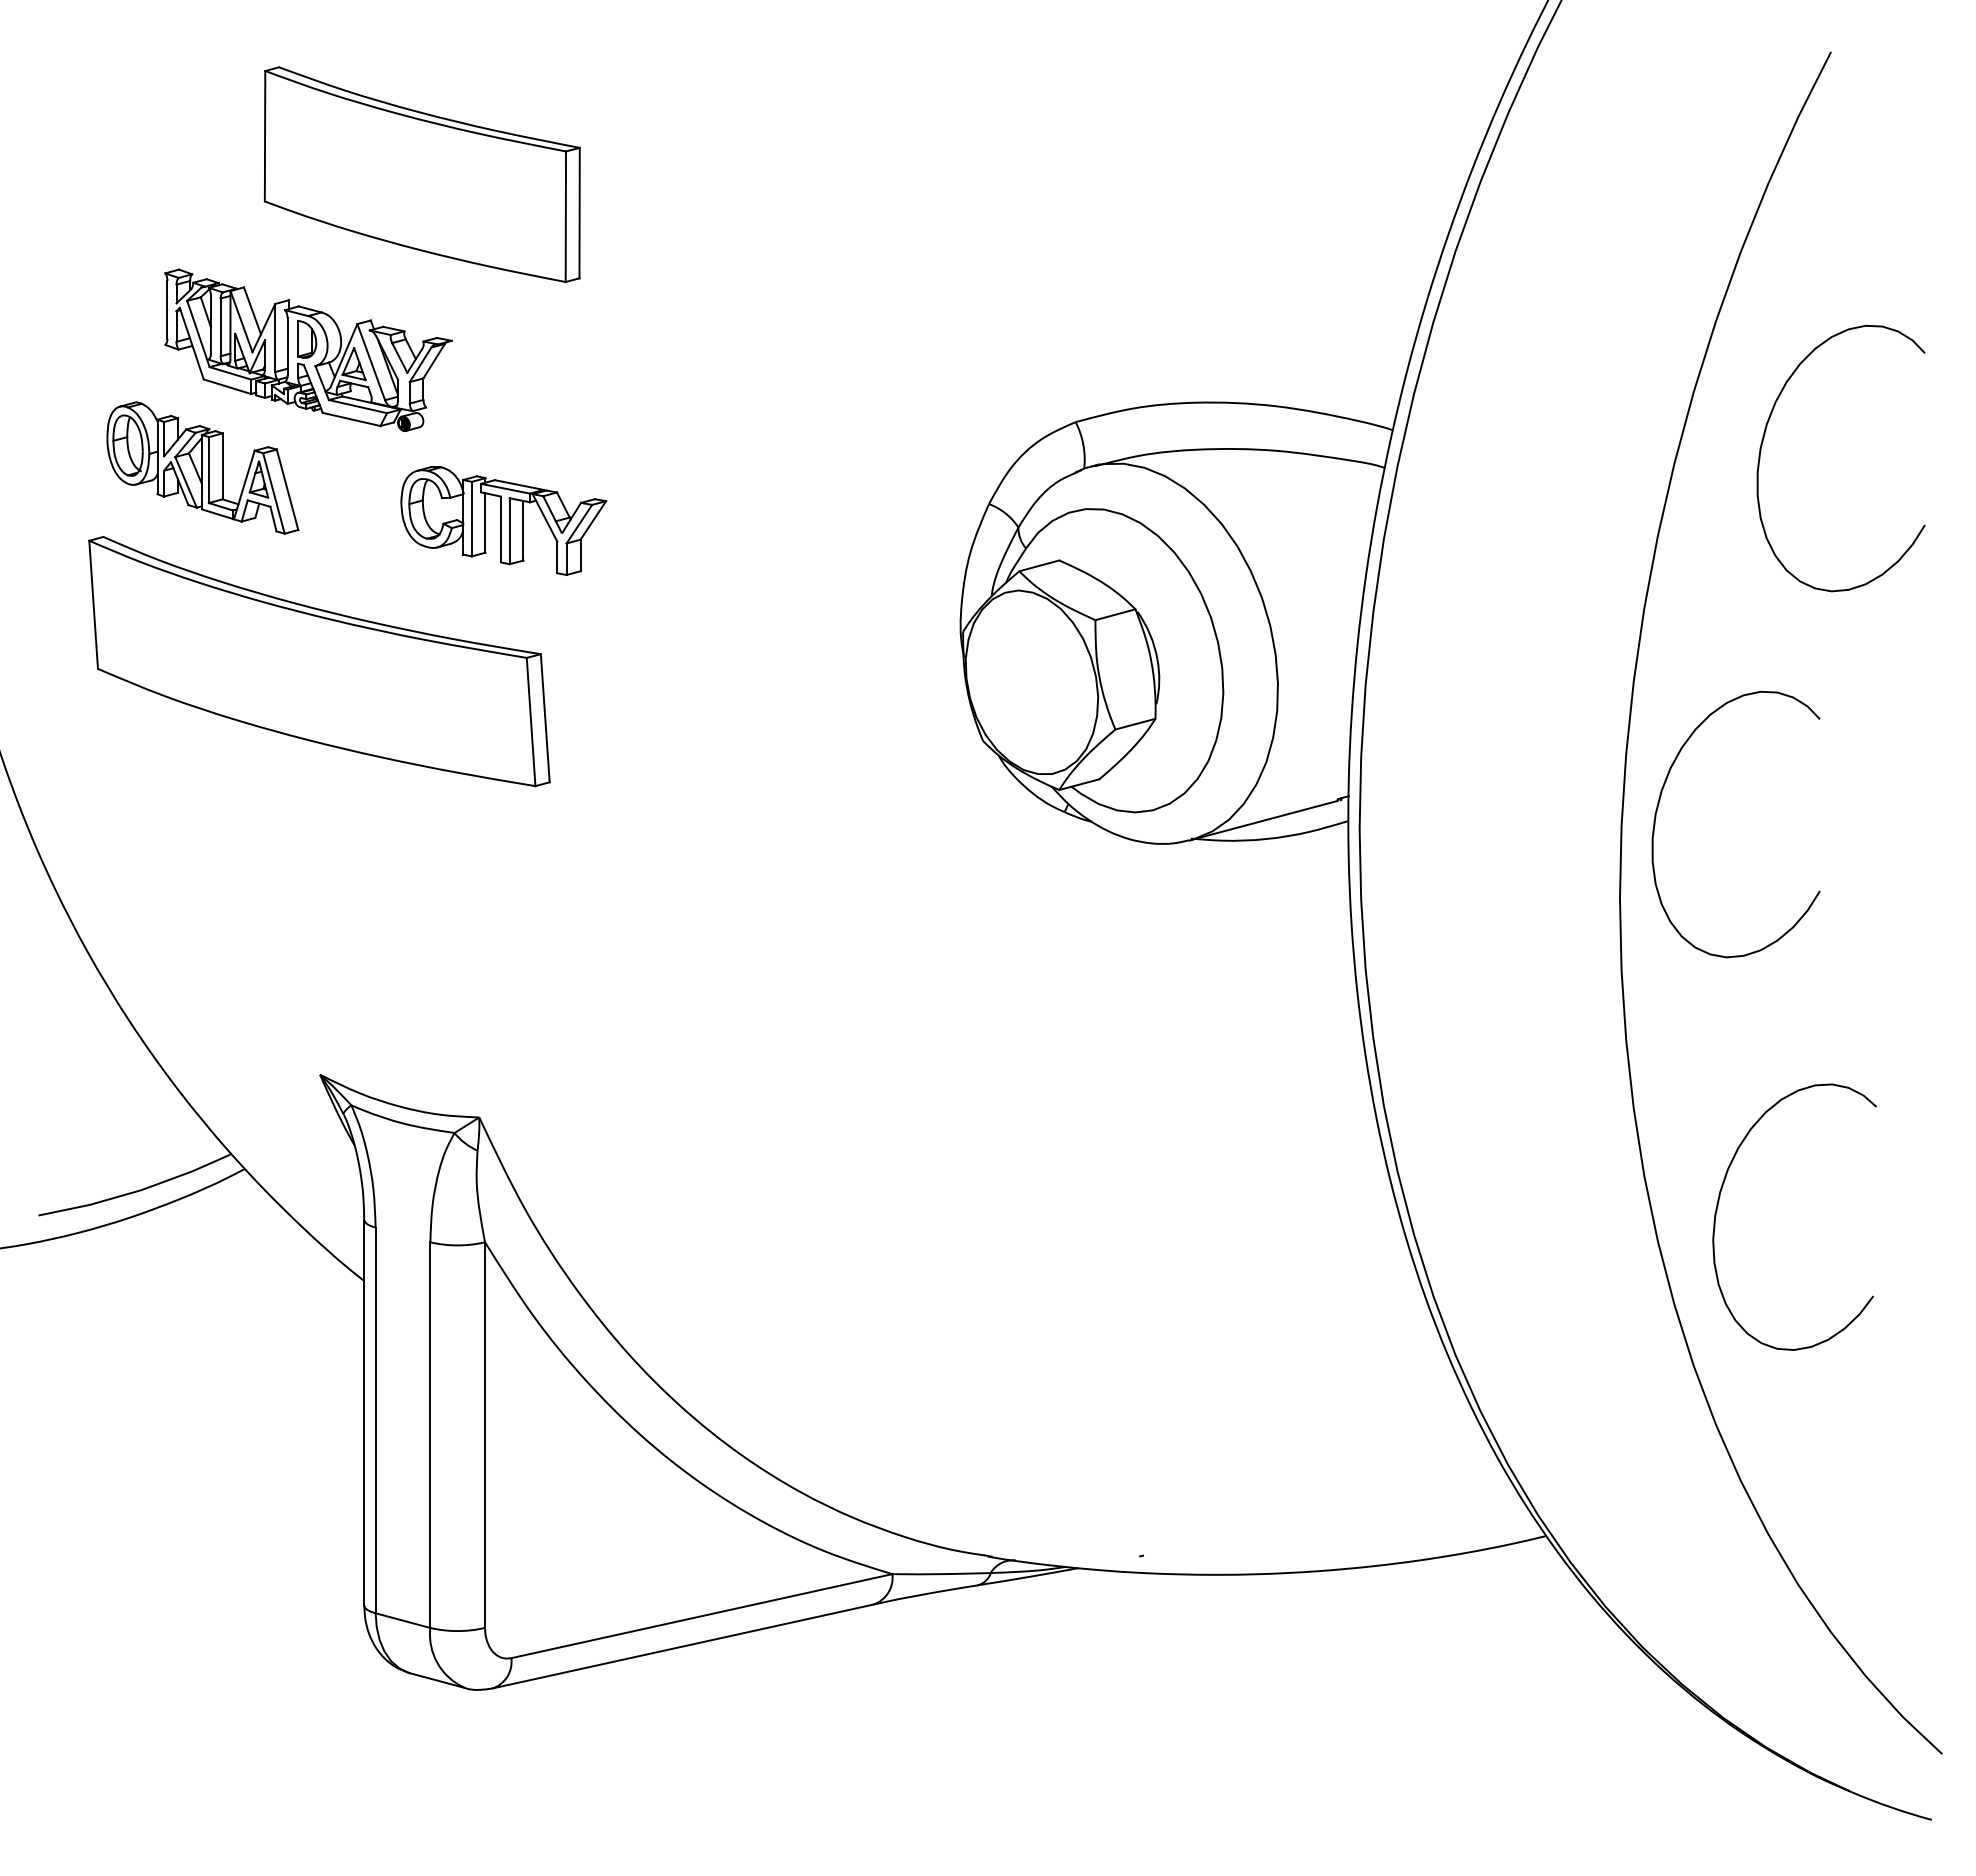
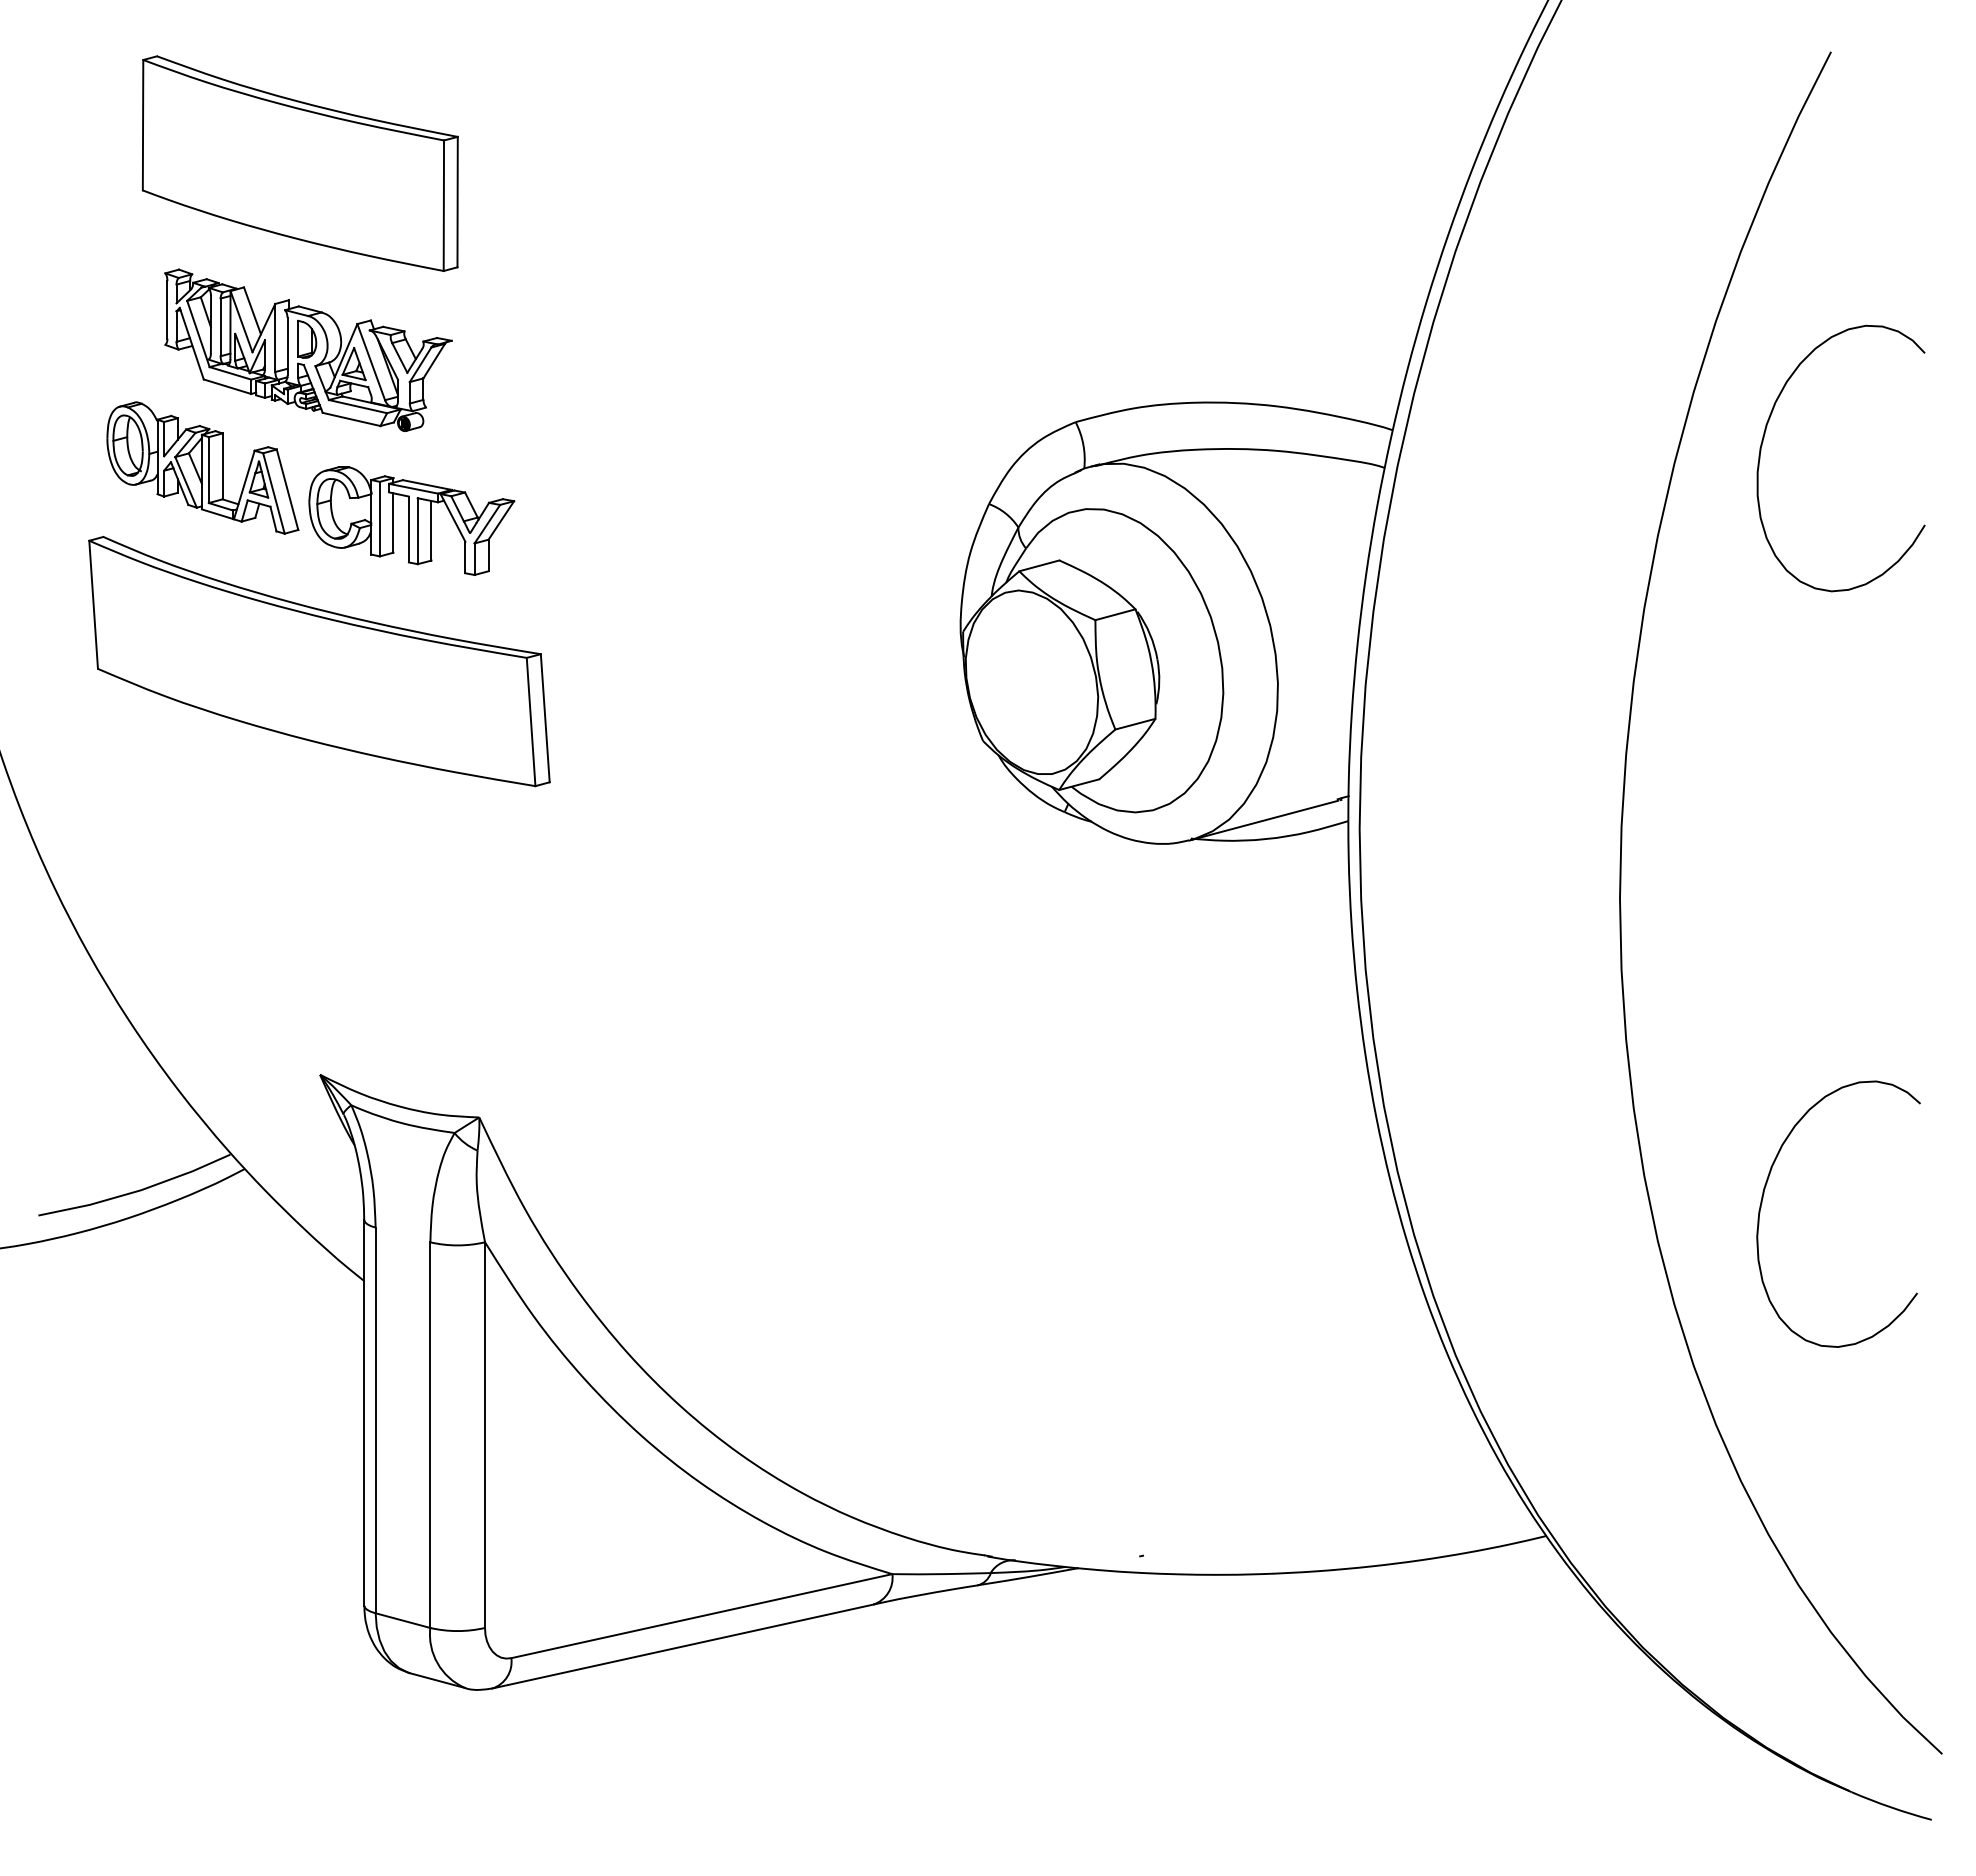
part at (422, 174) position: (422, 174) -> (300, 163)
part at (503, 520) position: (503, 520) -> (411, 520)
curve at (1659, 804): present -> none
curve at (1719, 1201) position: (1719, 1201) -> (1763, 1198)
